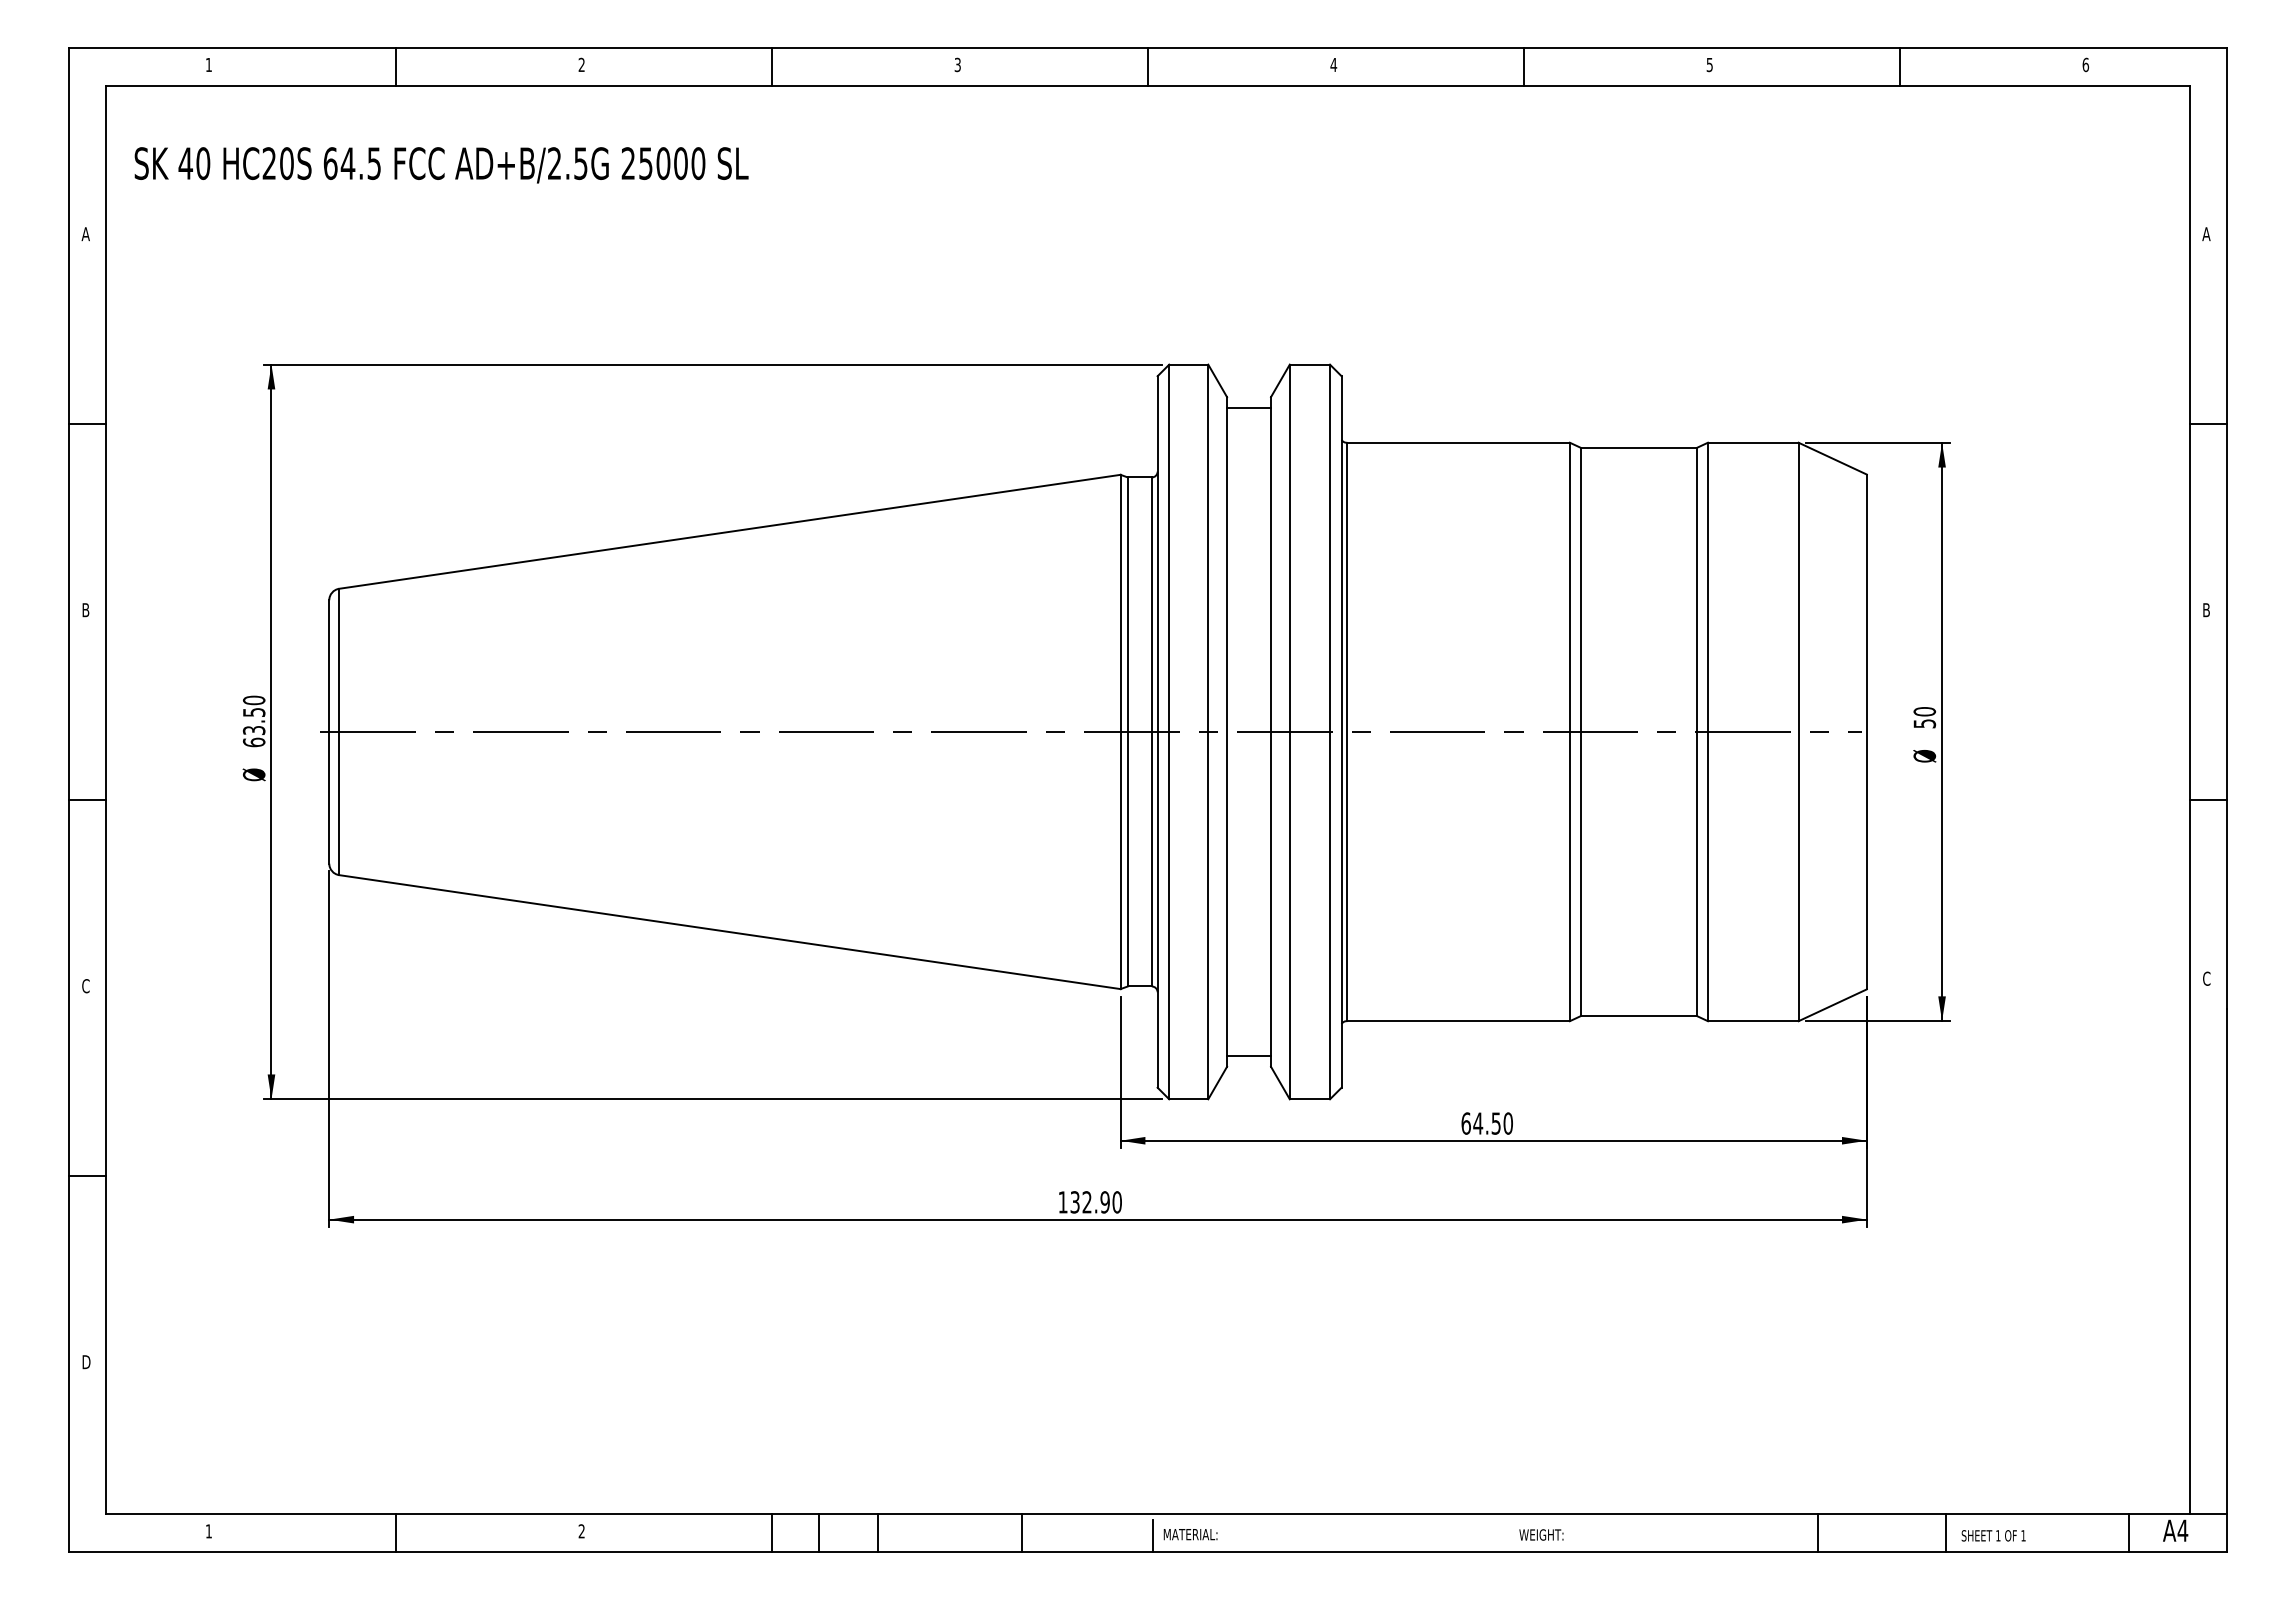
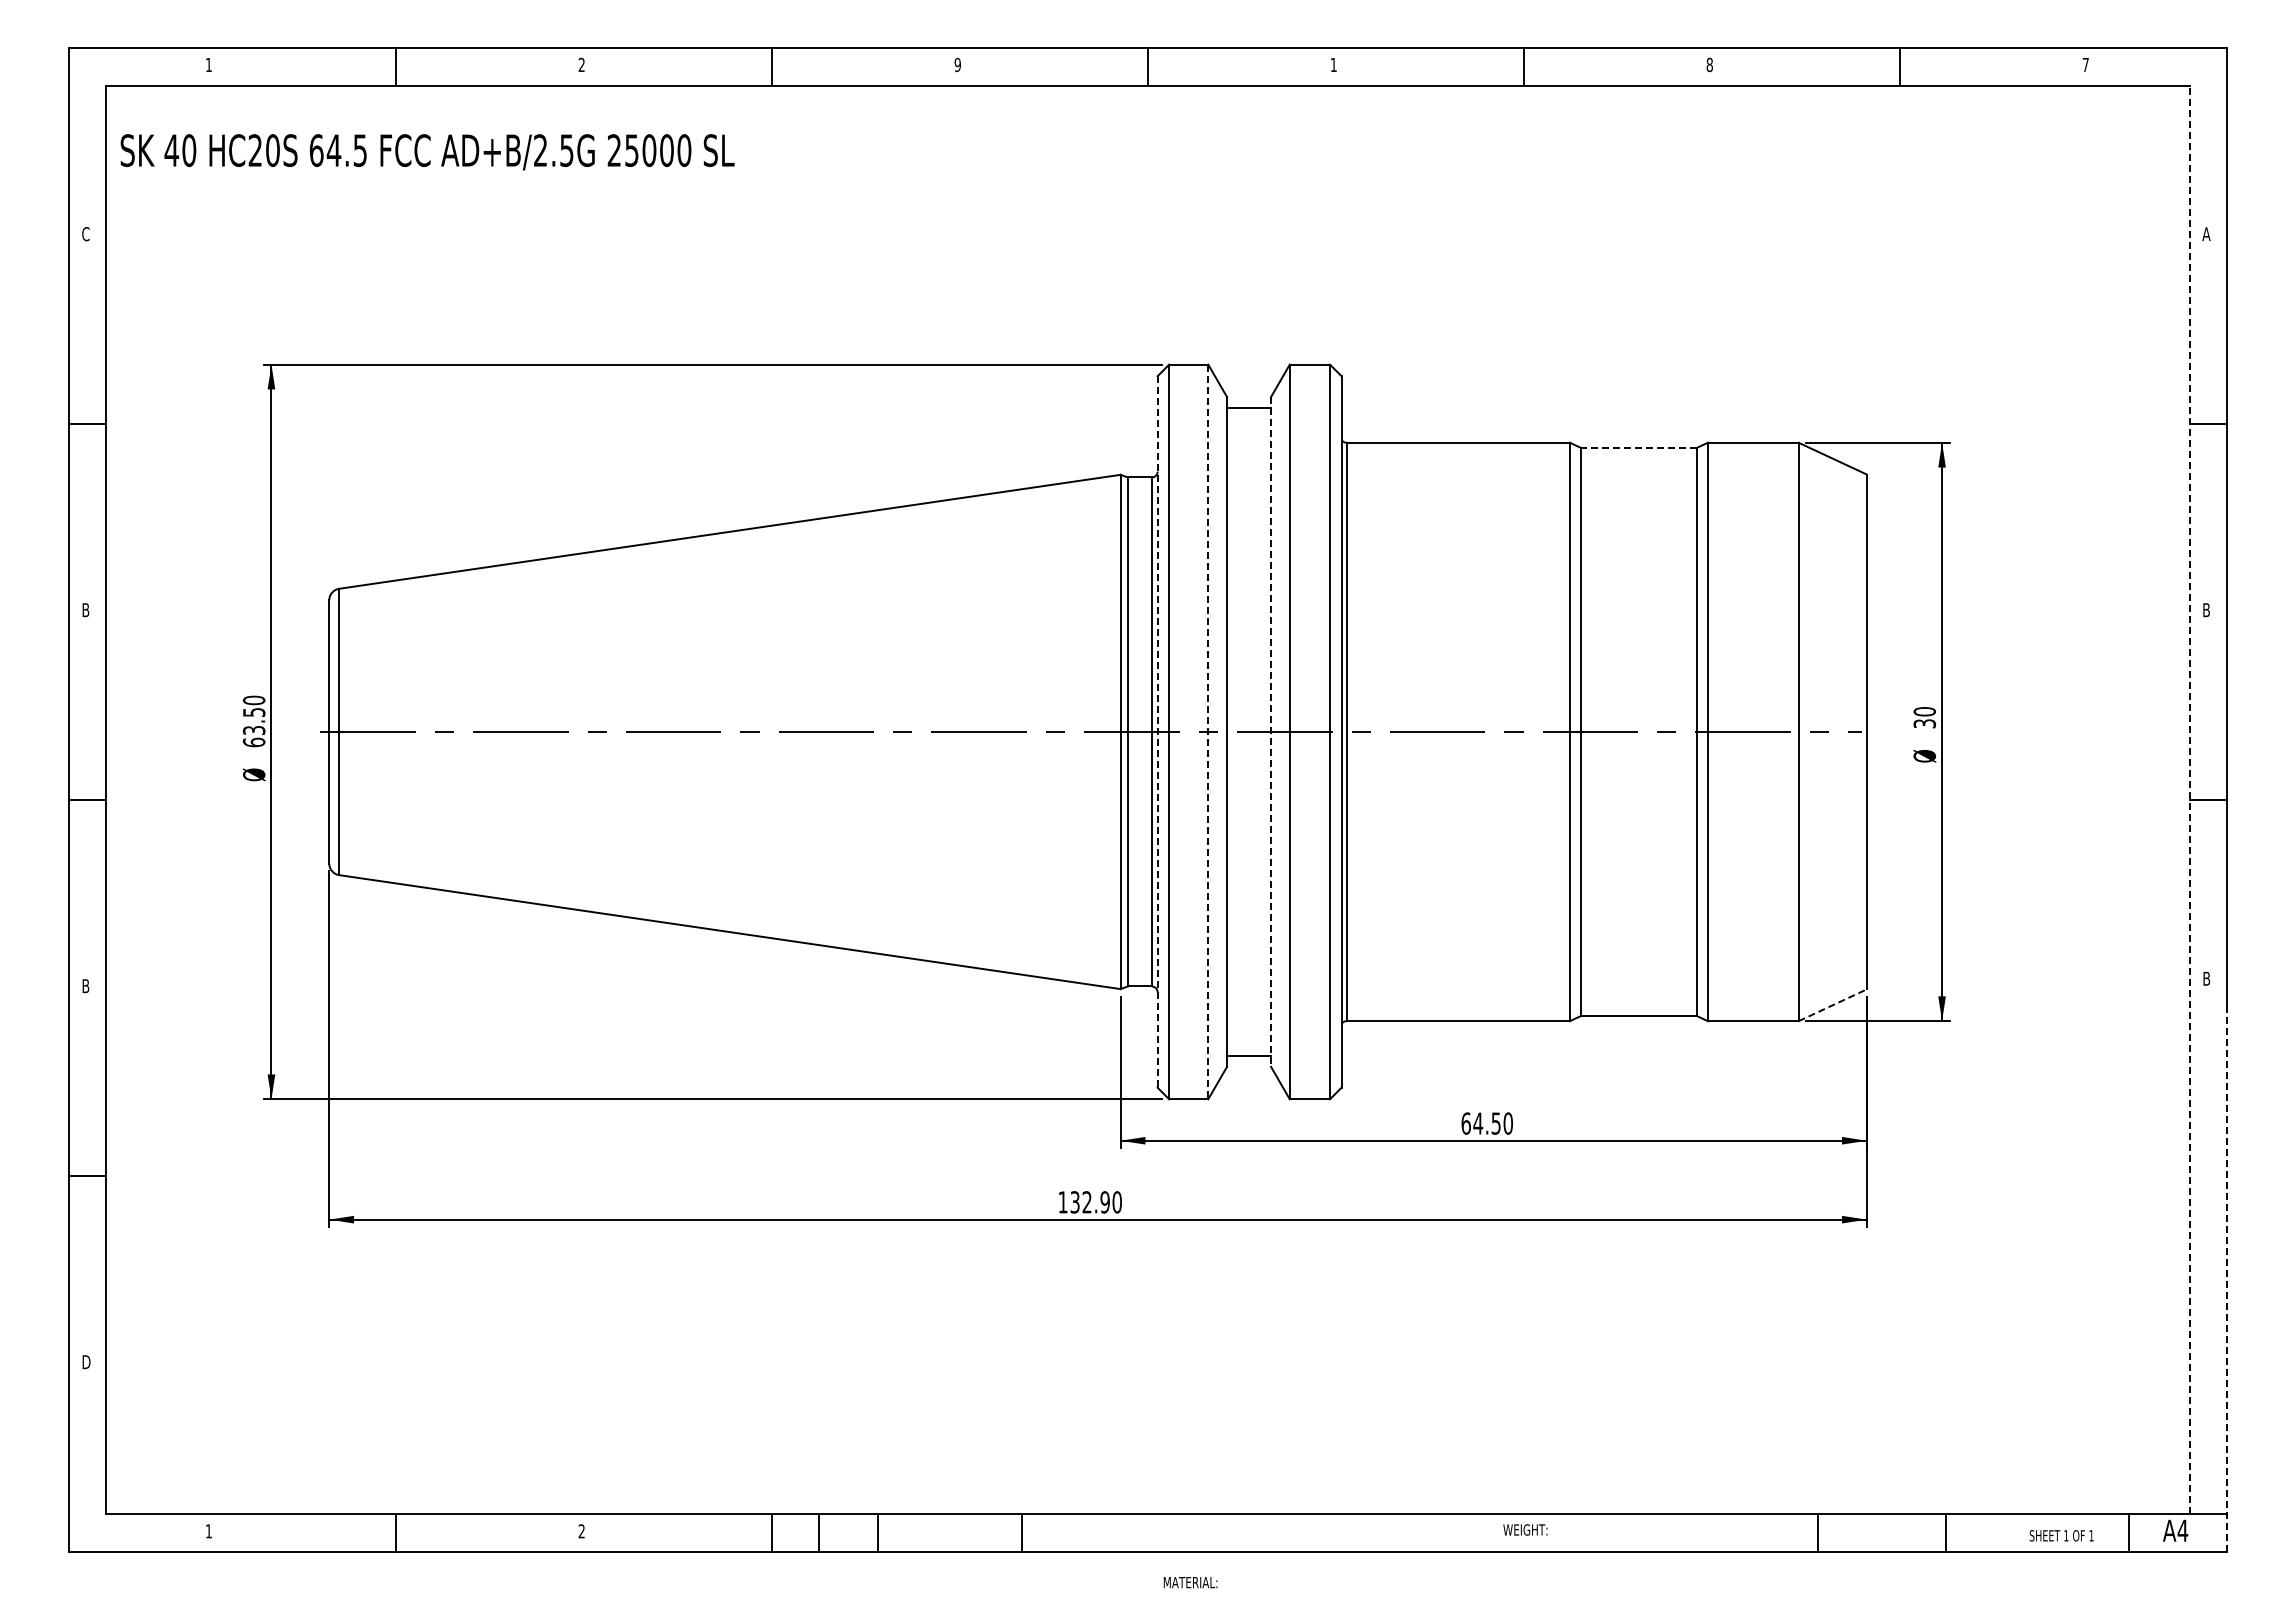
text at (957, 64): 3 -> 9
text at (1333, 64): 4 -> 1
text at (1709, 64): 5 -> 8
text at (2085, 64): 6 -> 7
text at (441, 165) position: (441, 165) -> (427, 152)
text at (85, 234): A -> C
line at (1638, 447): solid -> dashed
text at (1924, 723): 50 -> 30
line at (1157, 731): solid -> dashed
line at (1271, 731): solid -> dashed
line at (1208, 732): solid -> dashed
line at (2189, 799): solid -> dashed
text at (2206, 978): C -> B
text at (85, 986): C -> B
line at (1832, 1005): solid -> dashed
line at (2227, 1280): solid -> dashed
text at (1190, 1534) position: (1190, 1534) -> (1190, 1582)
text at (1541, 1534) position: (1541, 1534) -> (1525, 1529)
text at (1993, 1535) position: (1993, 1535) -> (2061, 1535)
line at (1153, 1536): present -> none
